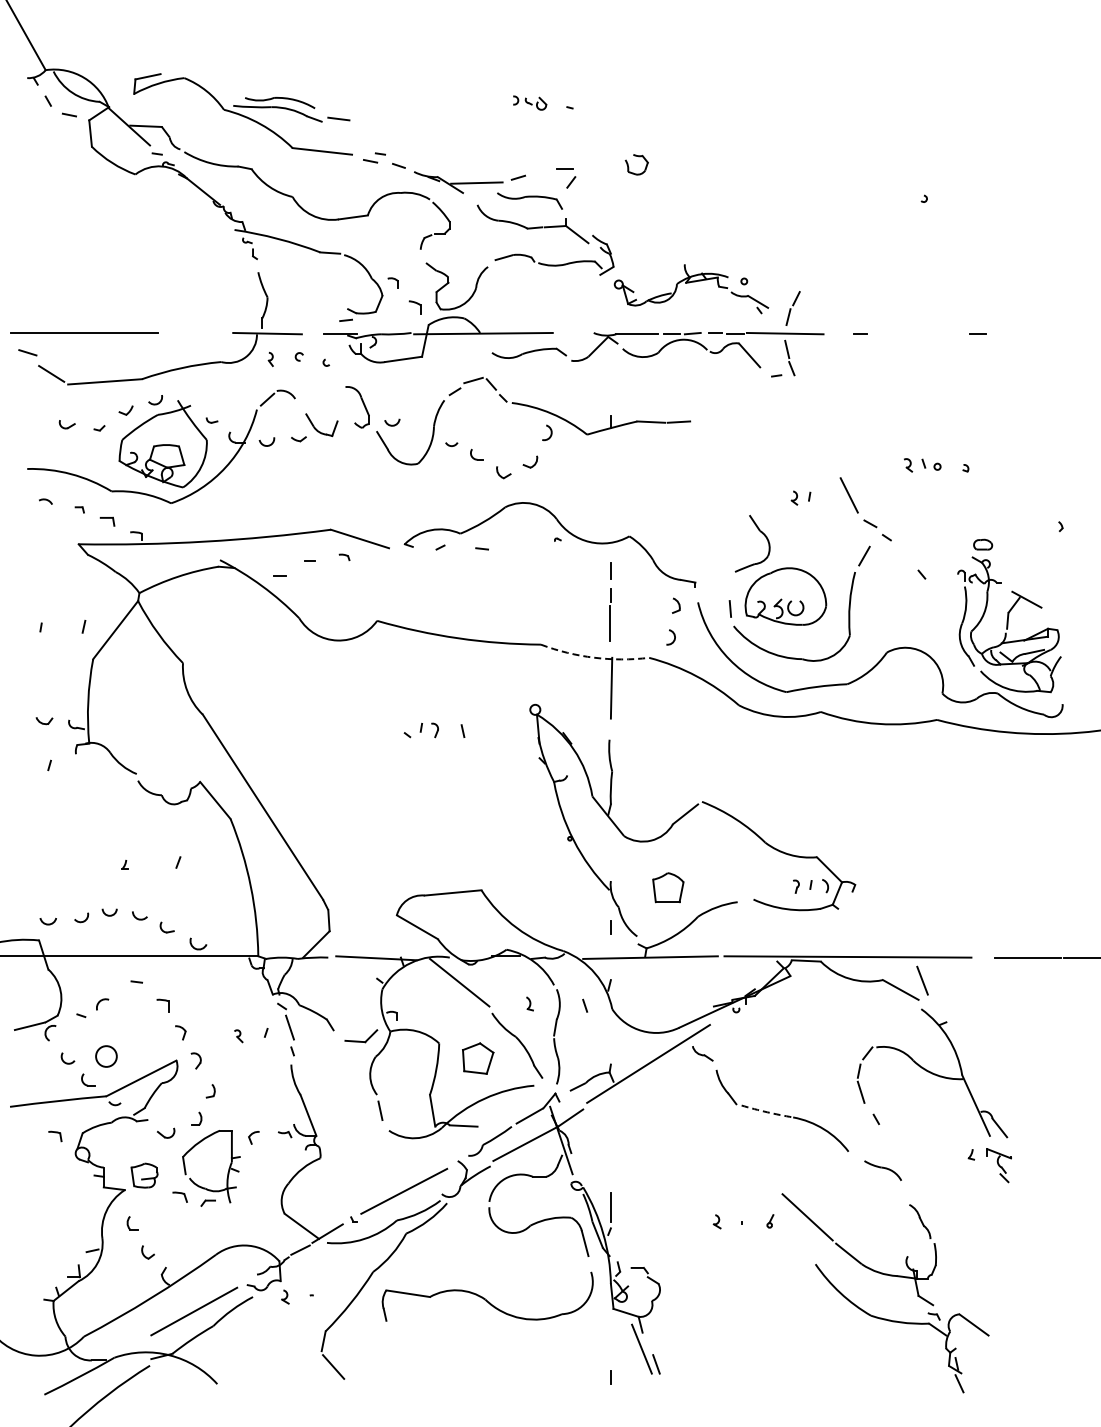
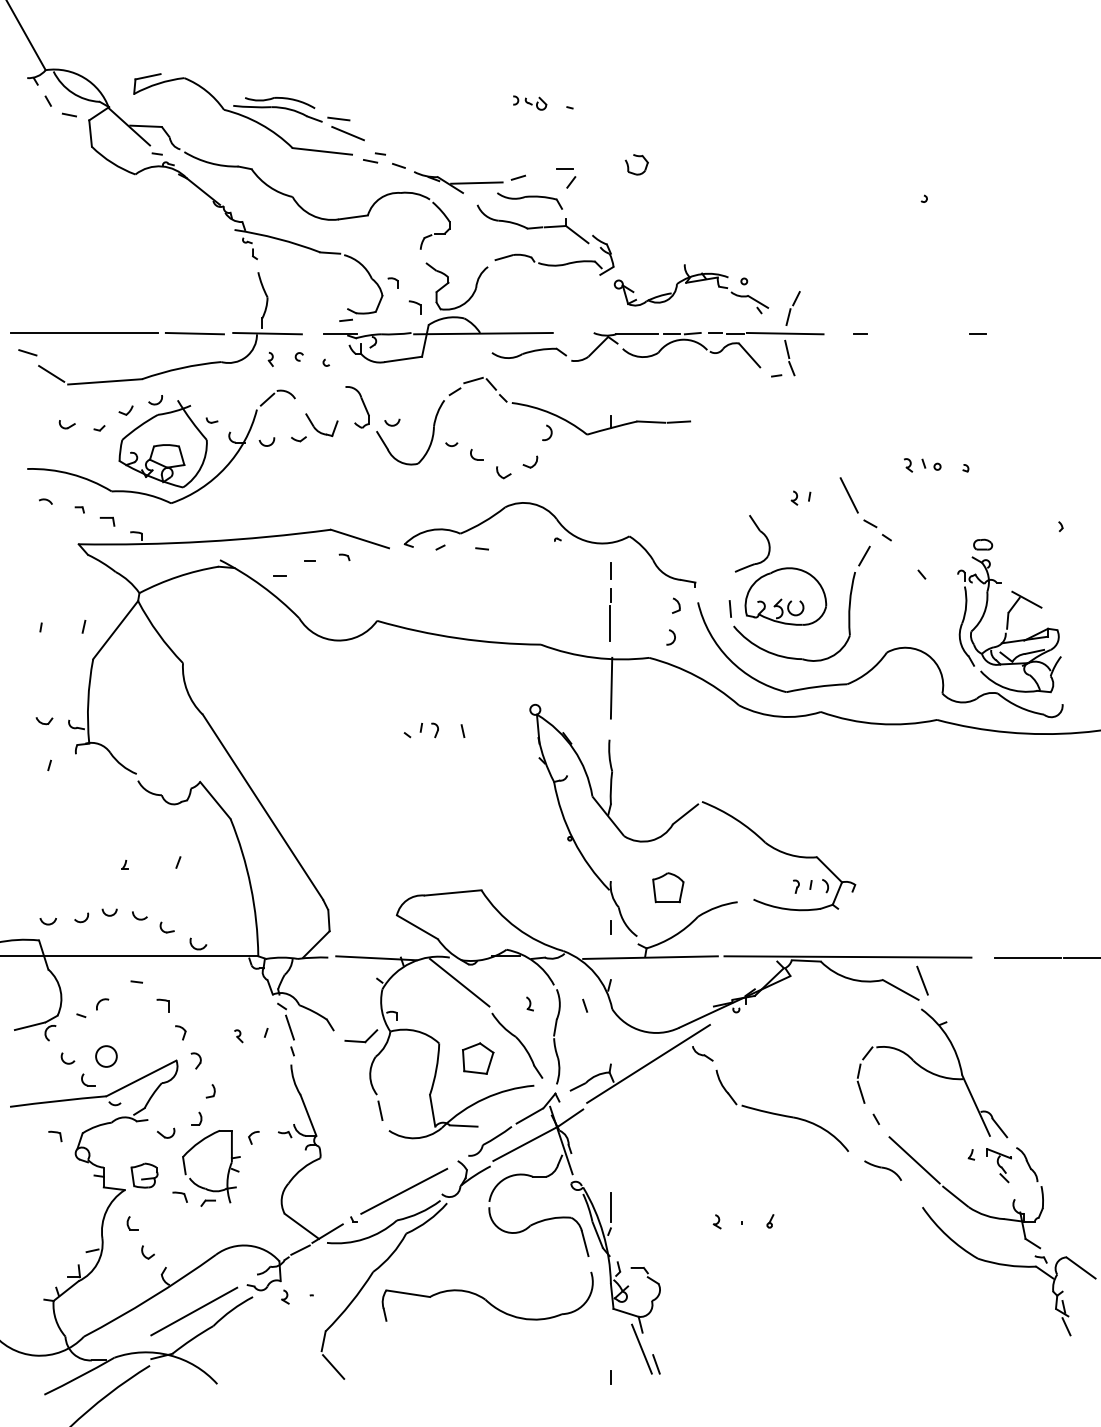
line at (347, 133): none -> present
line at (194, 333): none -> present
arc at (594, 657): dashed -> solid
arc at (767, 1112): dashed -> solid
part at (890, 1276) position: (890, 1276) -> (997, 1219)
